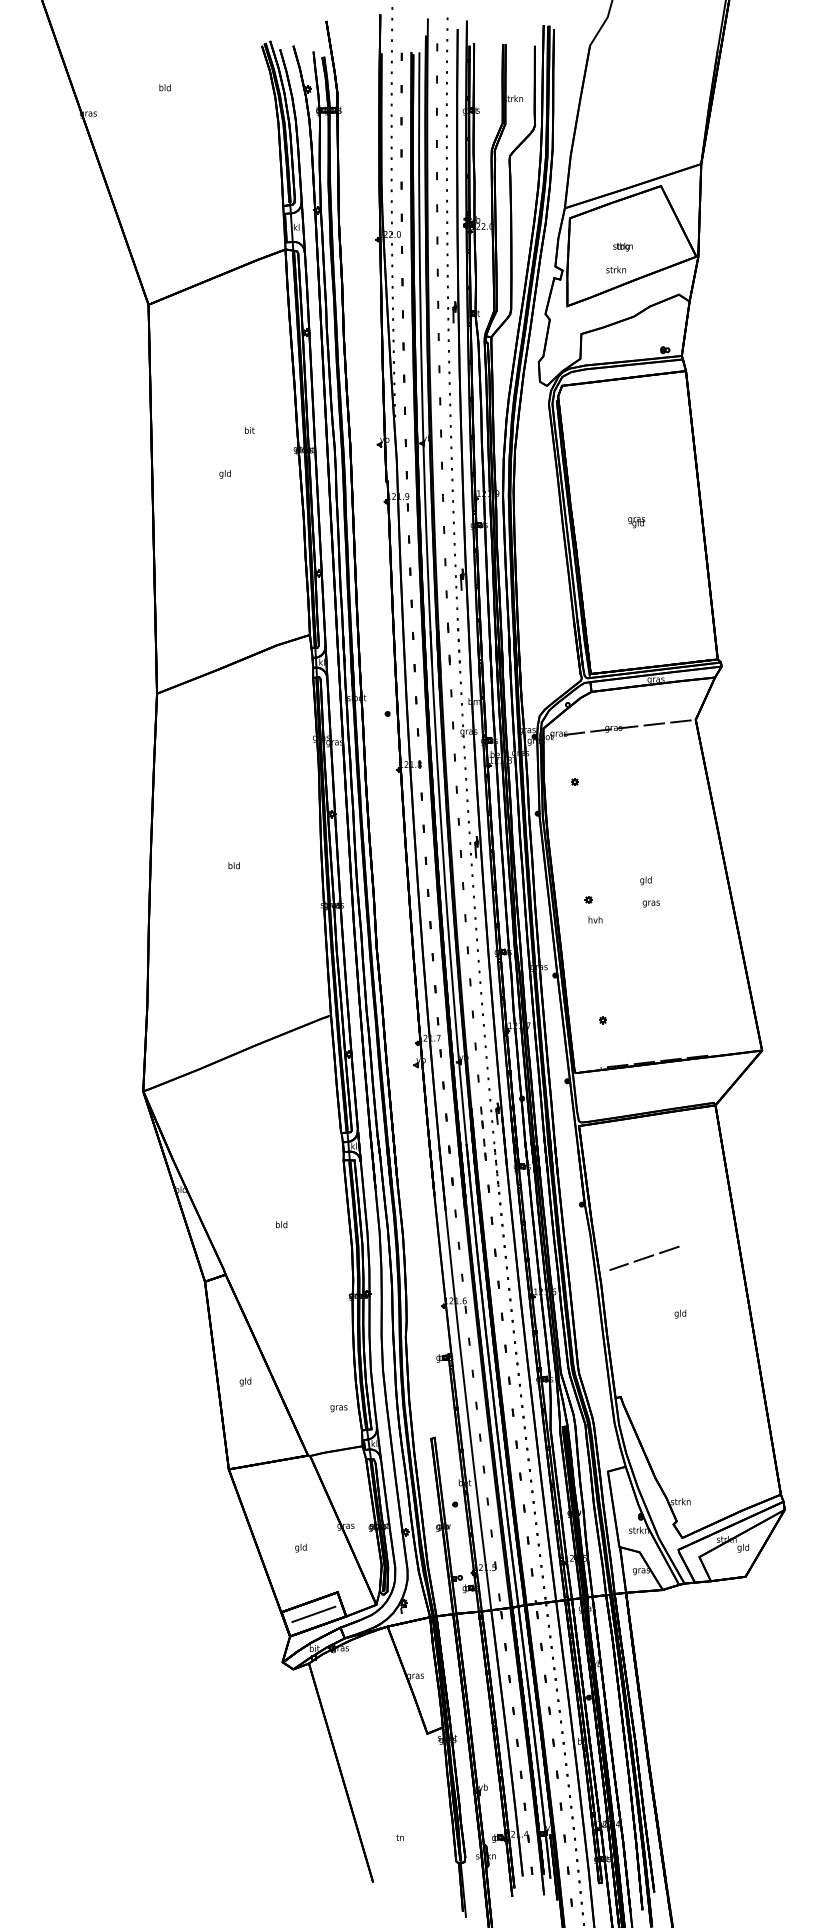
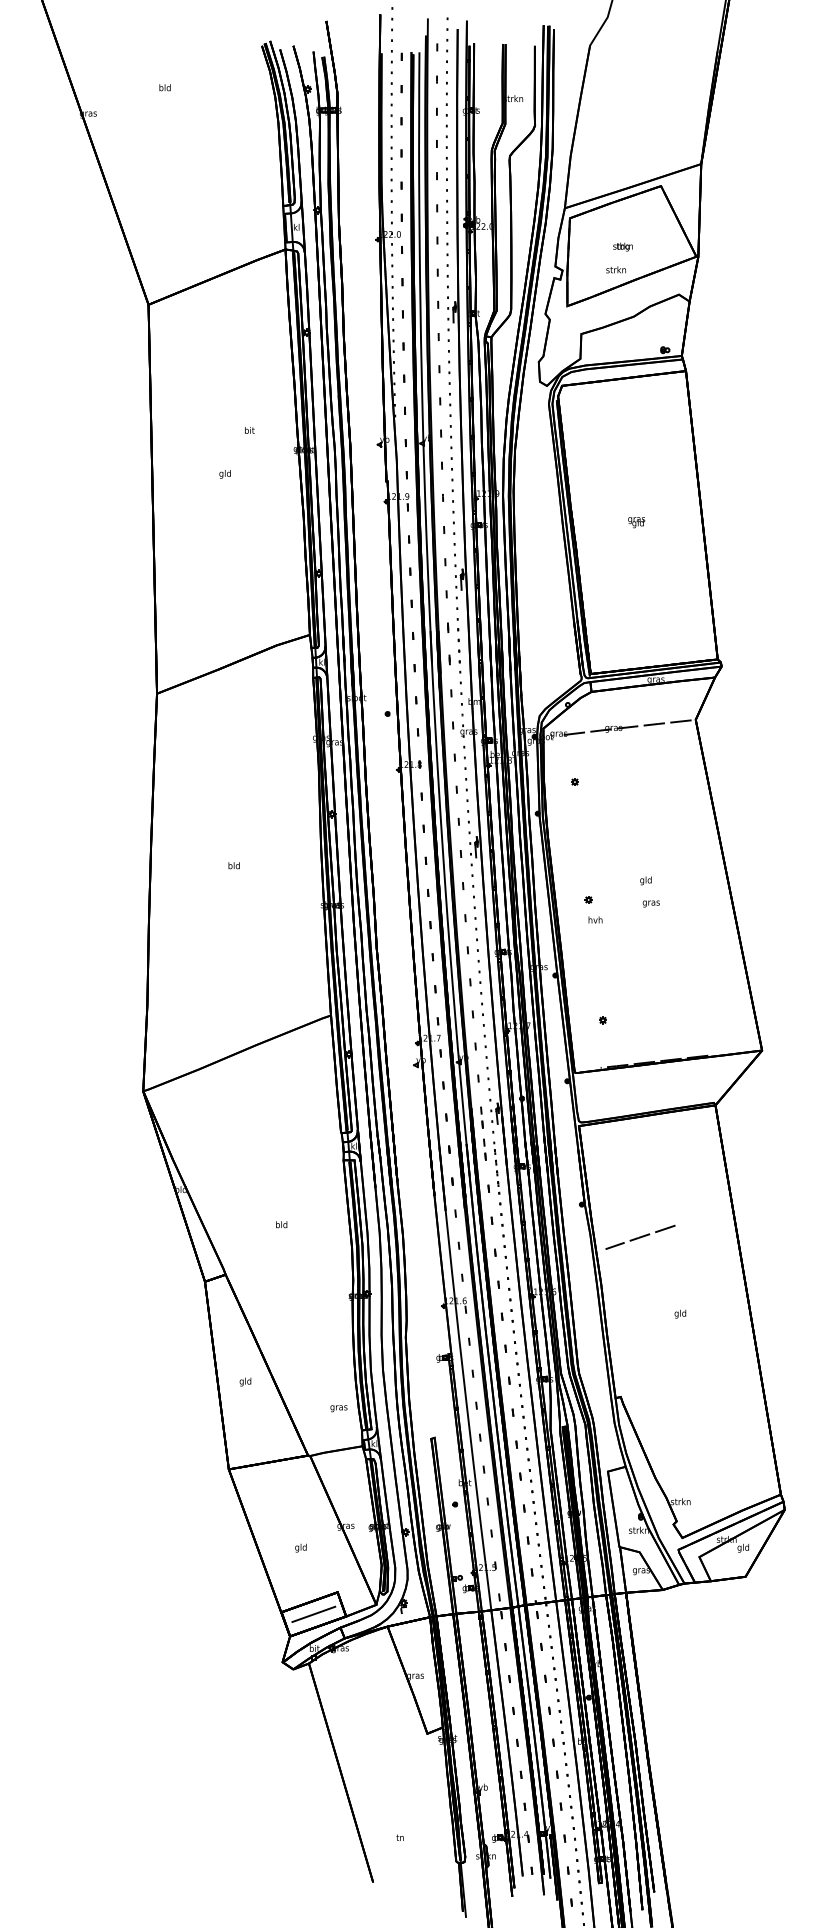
line at (644, 1257) position: (644, 1257) -> (640, 1236)
